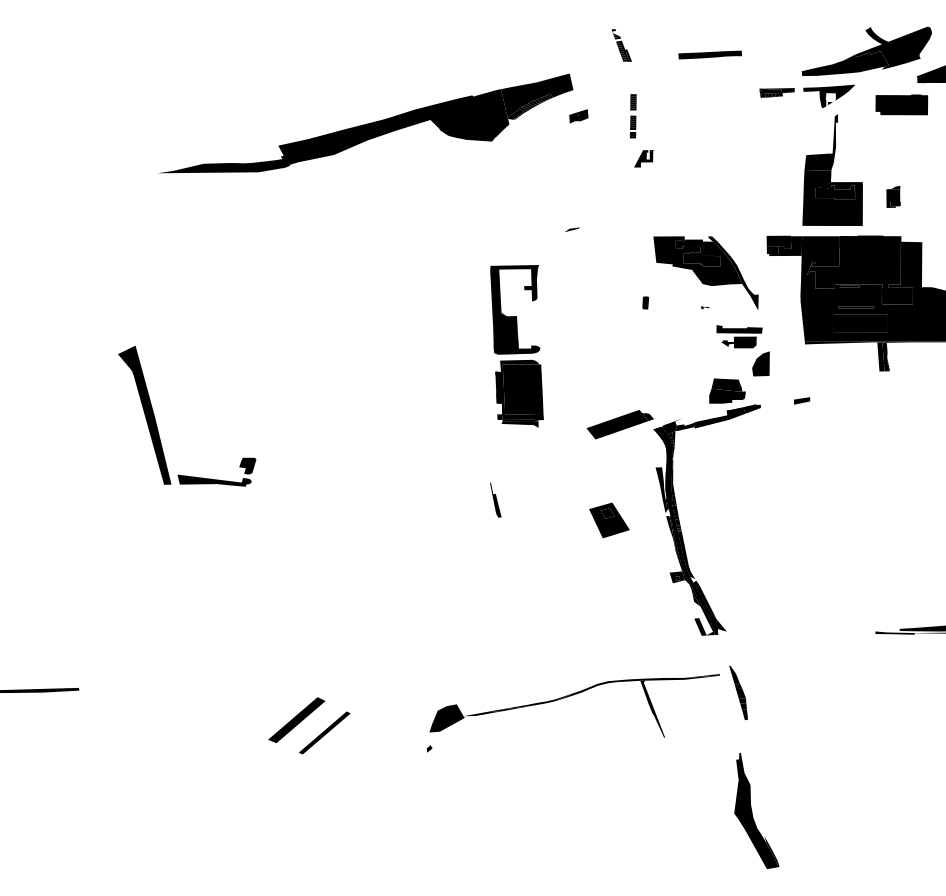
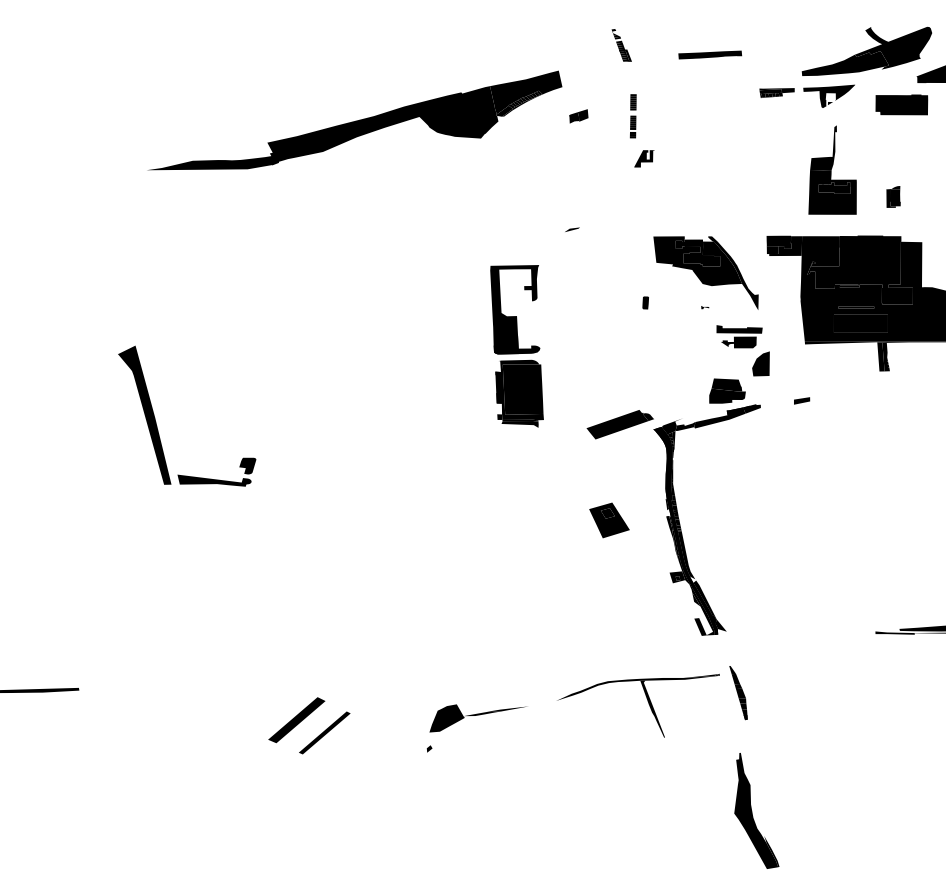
part at (365, 123) position: (365, 123) -> (354, 120)
part at (832, 169) size: 61x112 px -> 49x90 px
fill at (661, 489): present -> none
part at (495, 499): present -> none
fill at (535, 701): present -> none
